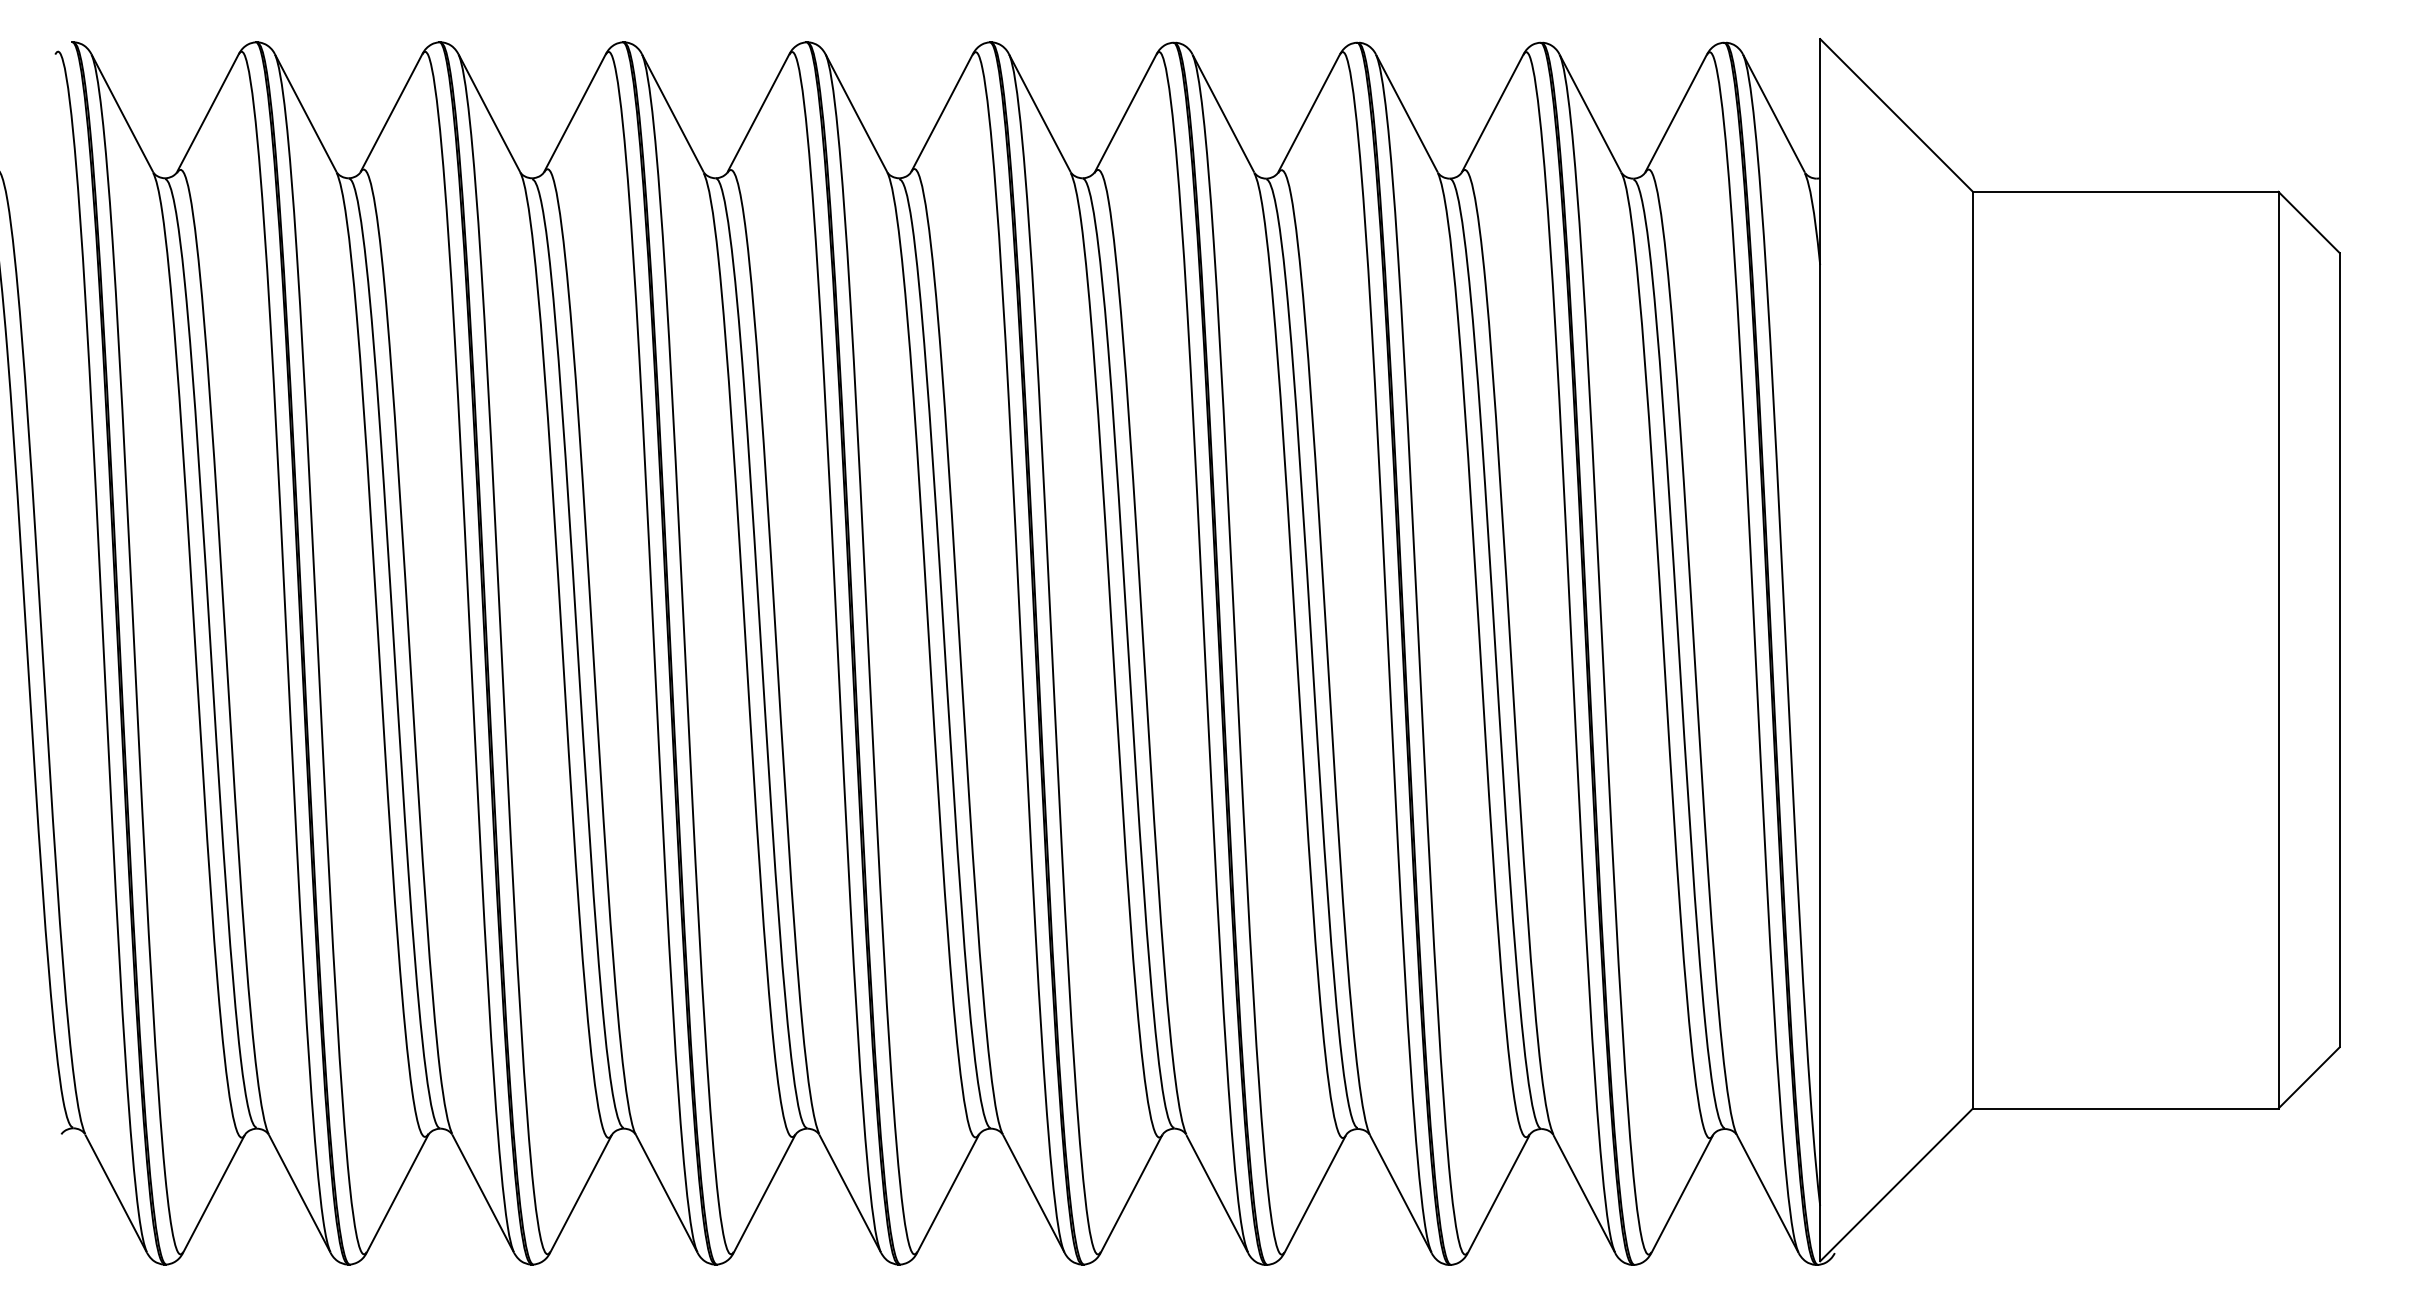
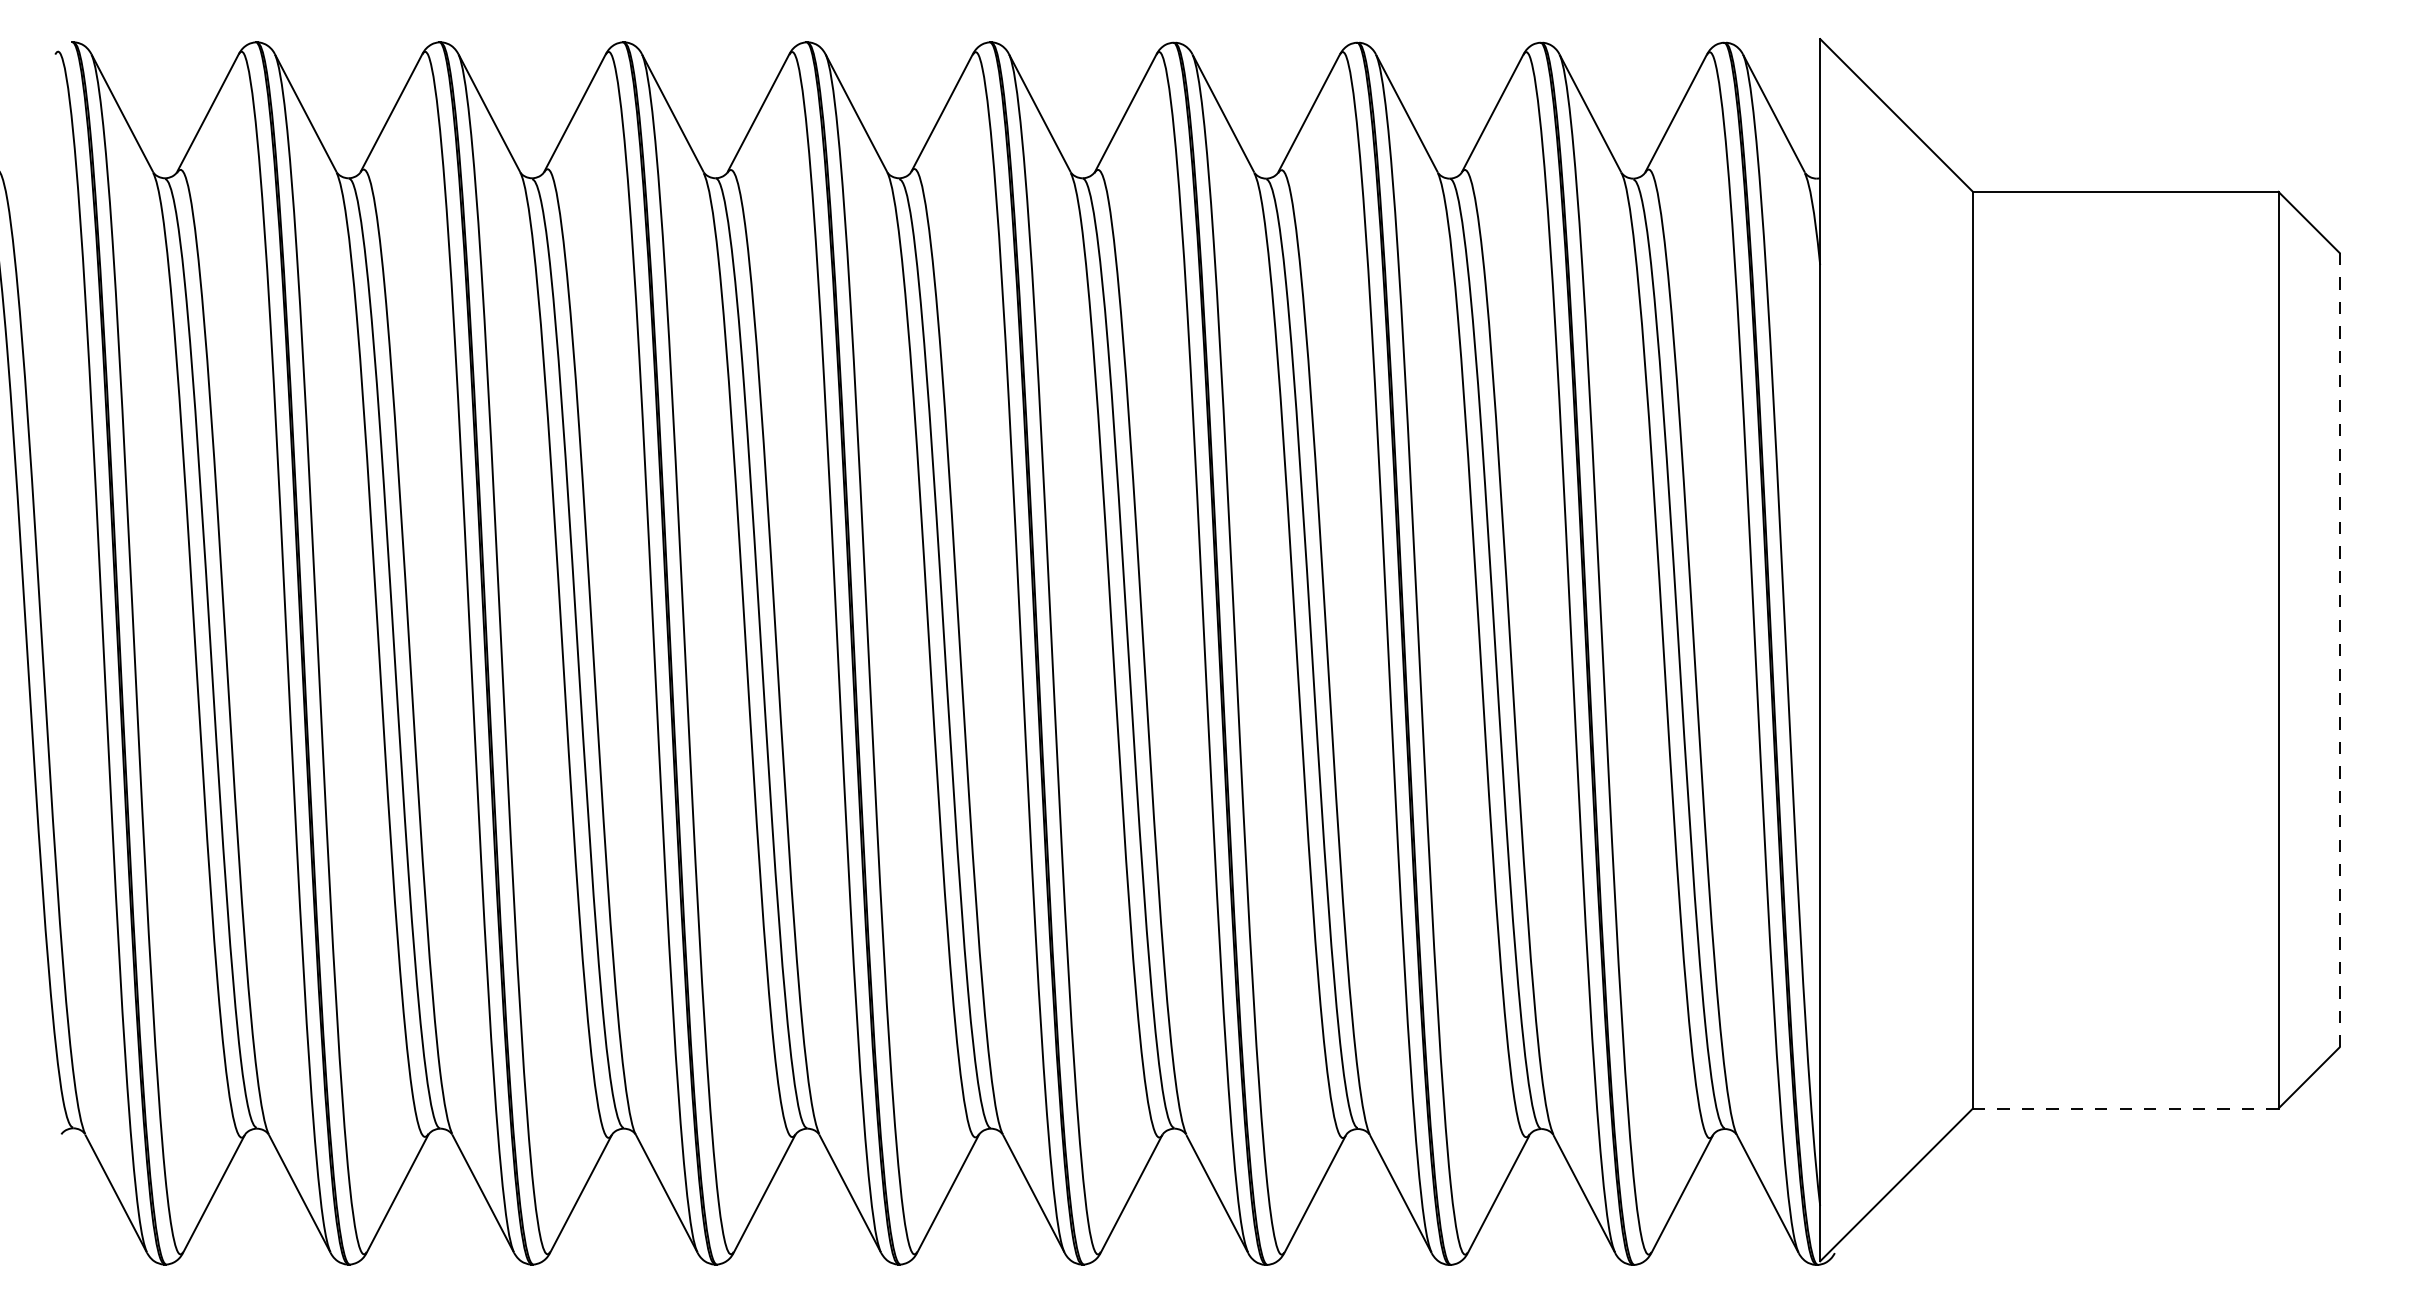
line at (2339, 650): solid -> dashed
line at (2125, 1108): solid -> dashed
